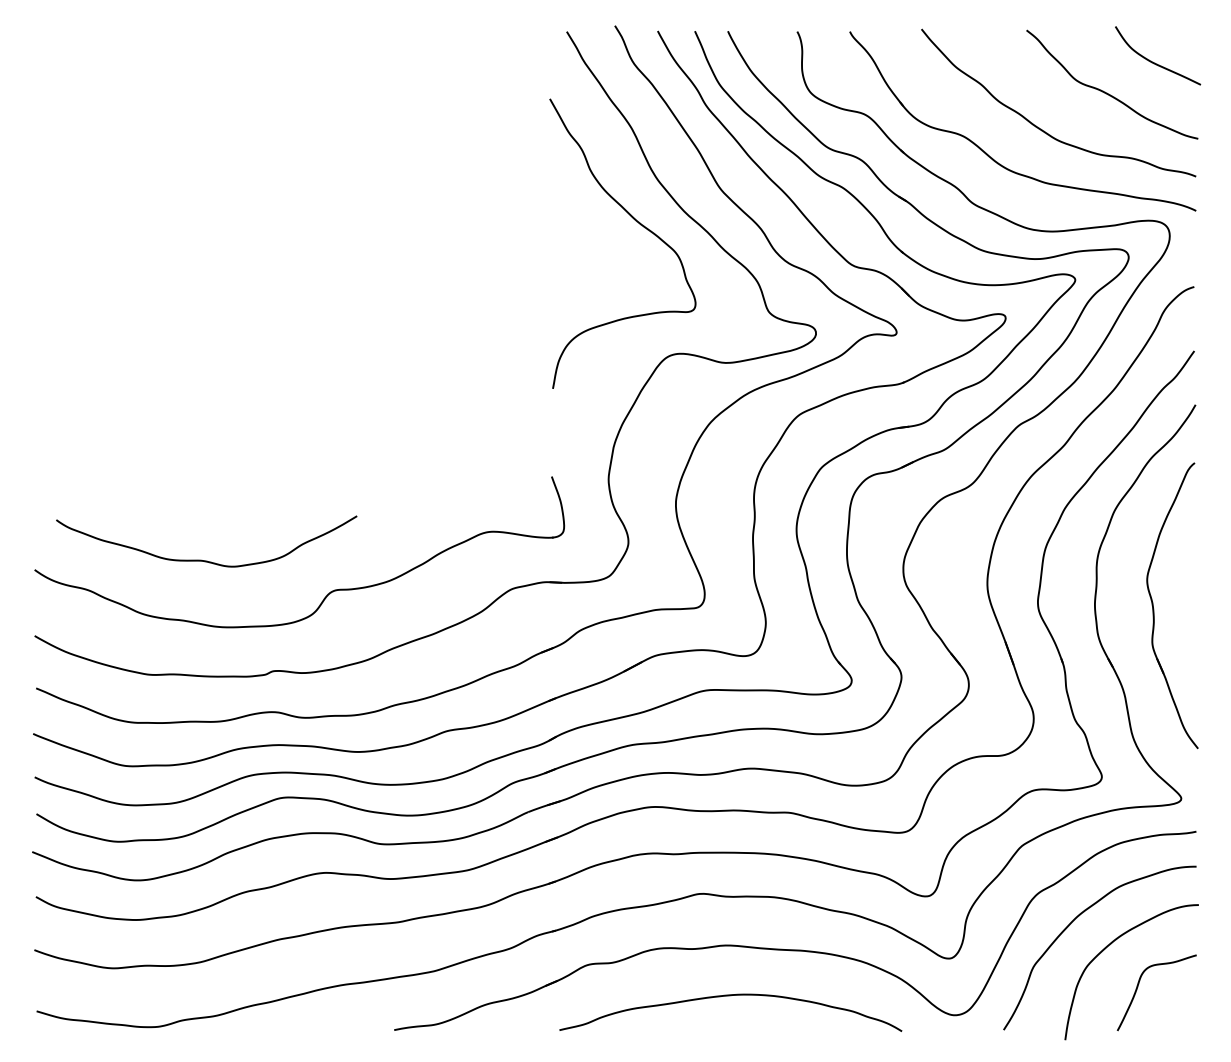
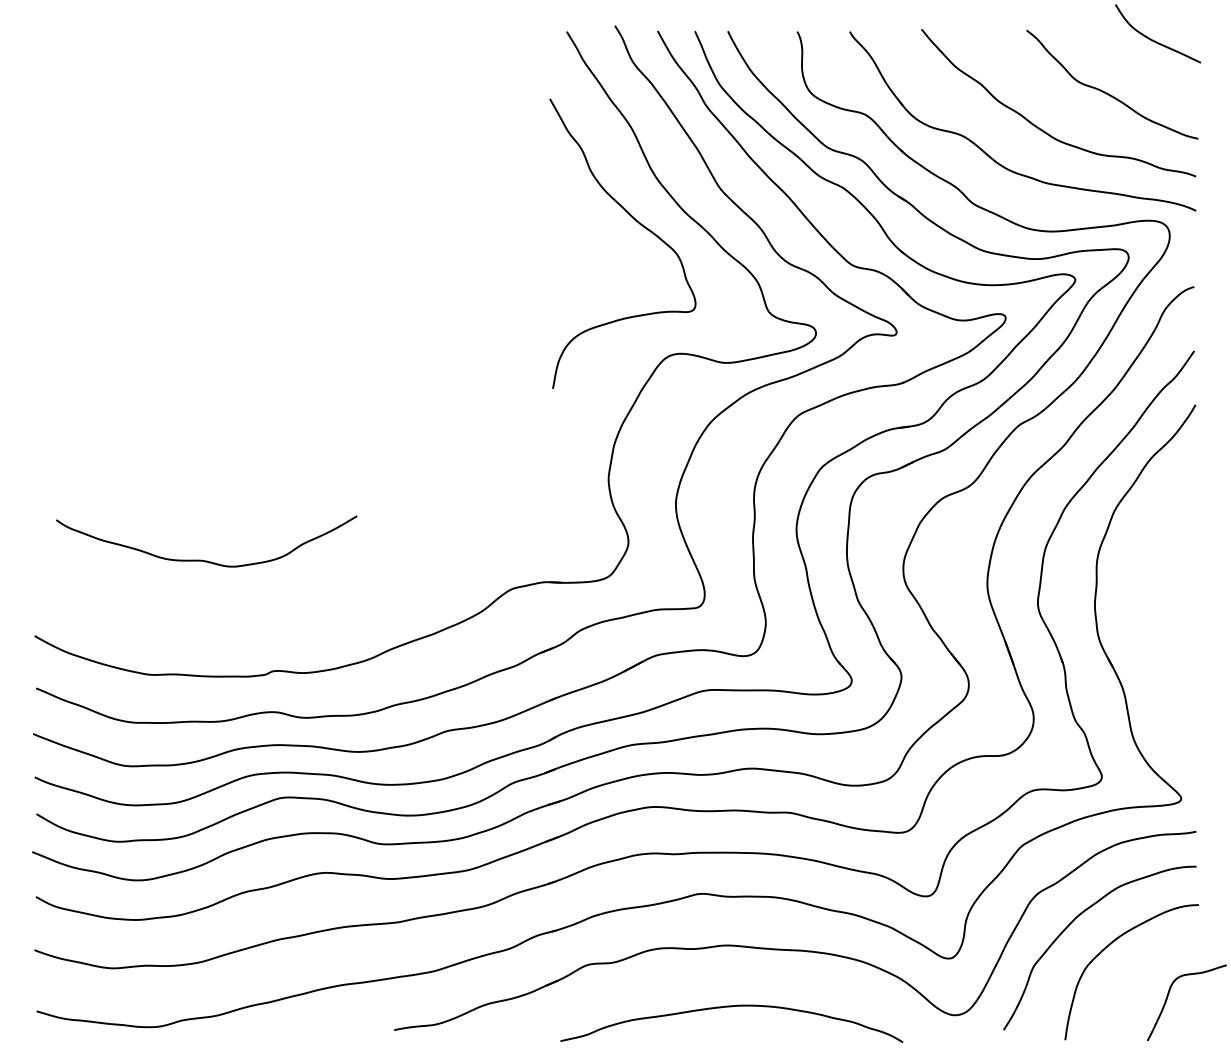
curve at (1154, 62) position: (1154, 62) -> (1154, 40)
part at (330, 591): present -> none
part at (1154, 609): present -> none
curve at (1138, 987) position: (1138, 987) -> (1168, 997)
curve at (730, 996) position: (730, 996) -> (731, 1007)
